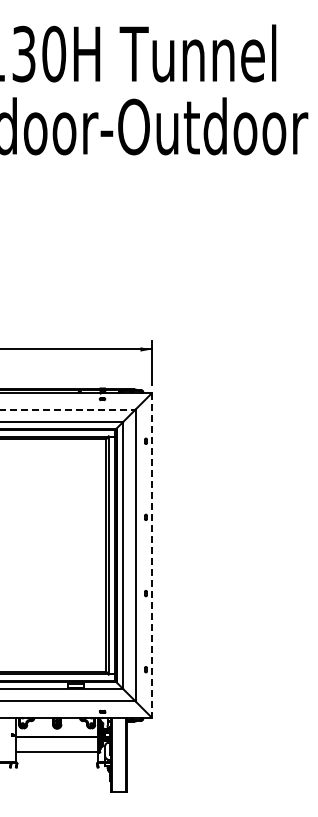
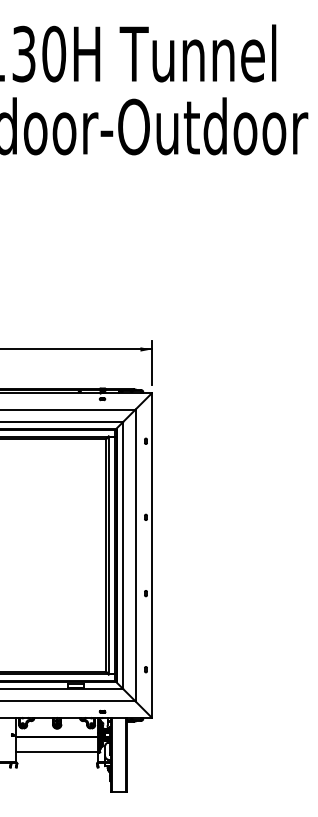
line at (68, 409): dashed -> solid
line at (151, 556): dashed -> solid
